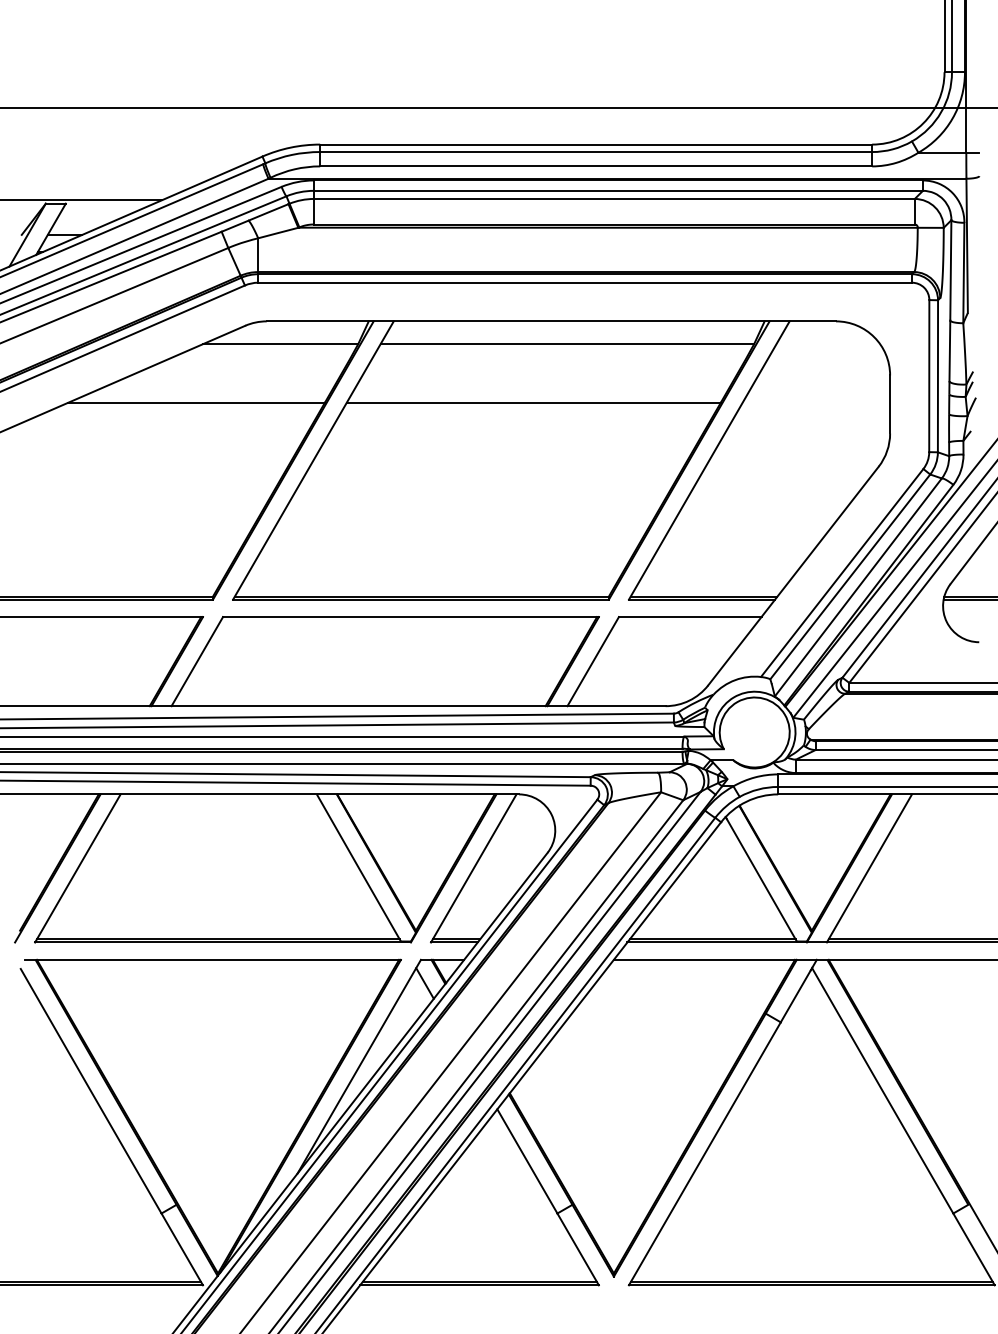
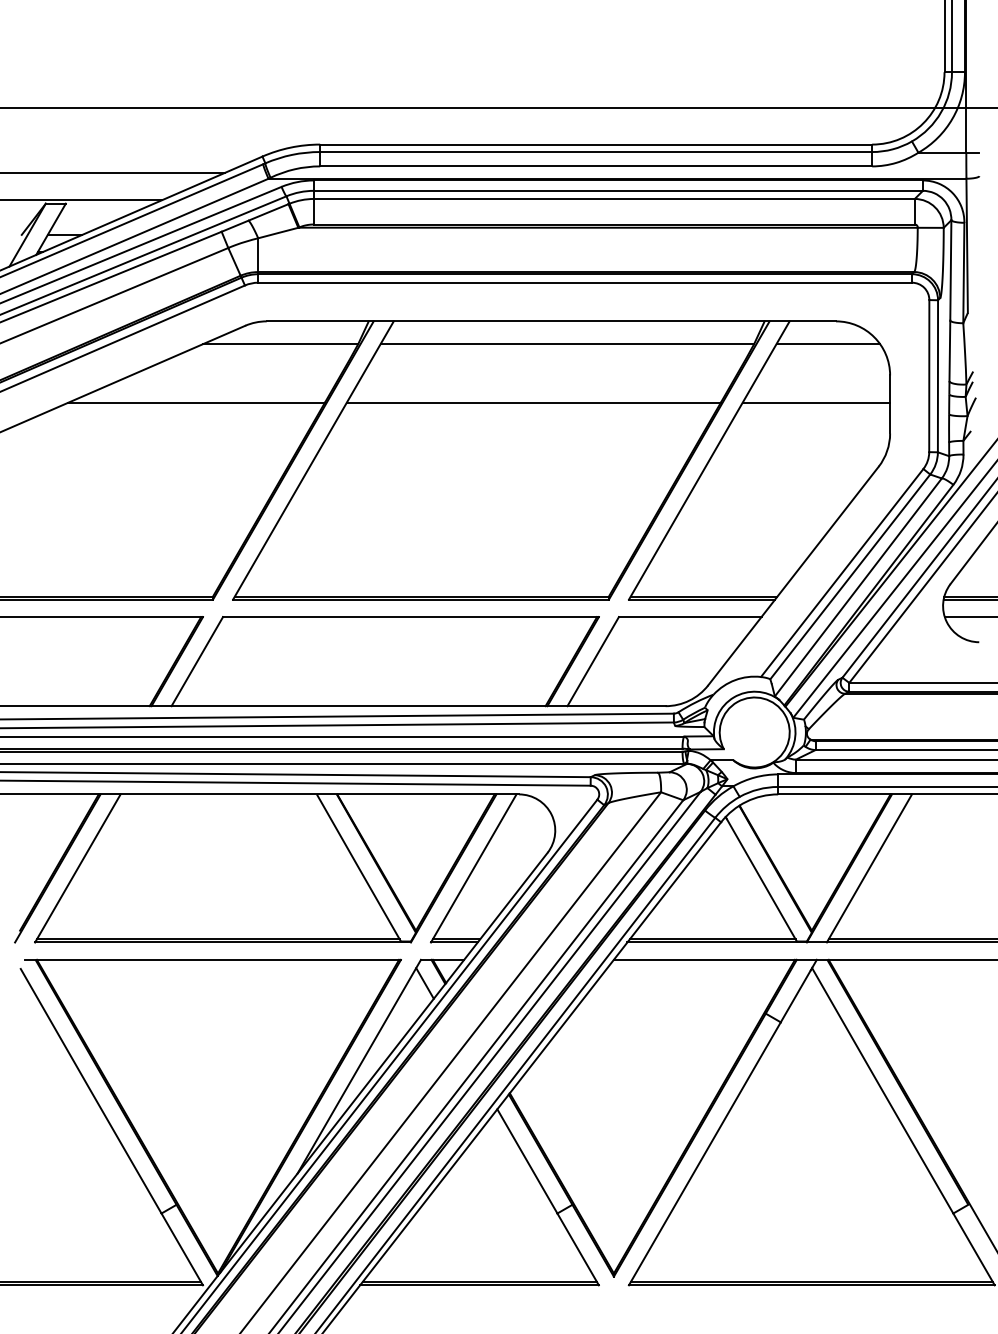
line at (113, 172): none -> present
line at (828, 344): none -> present
line at (816, 402): none -> present
line at (969, 617): none -> present
